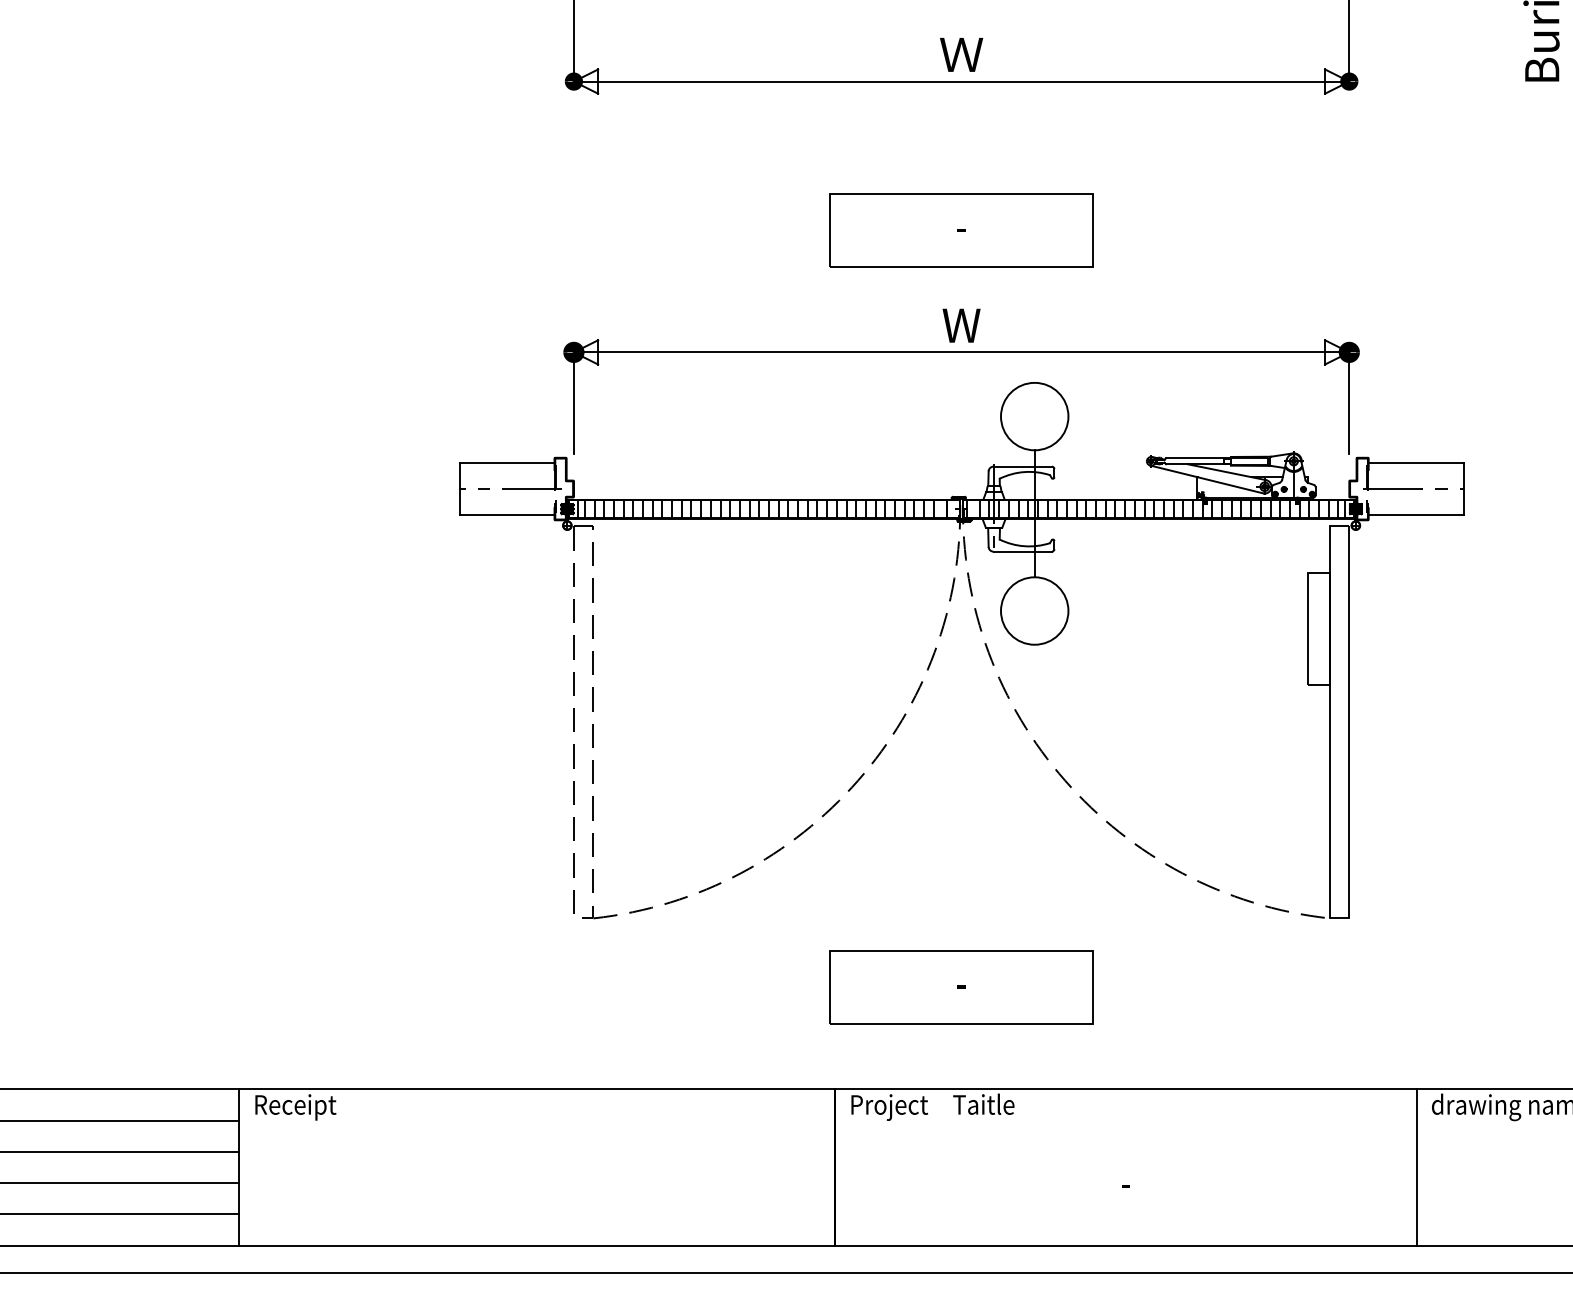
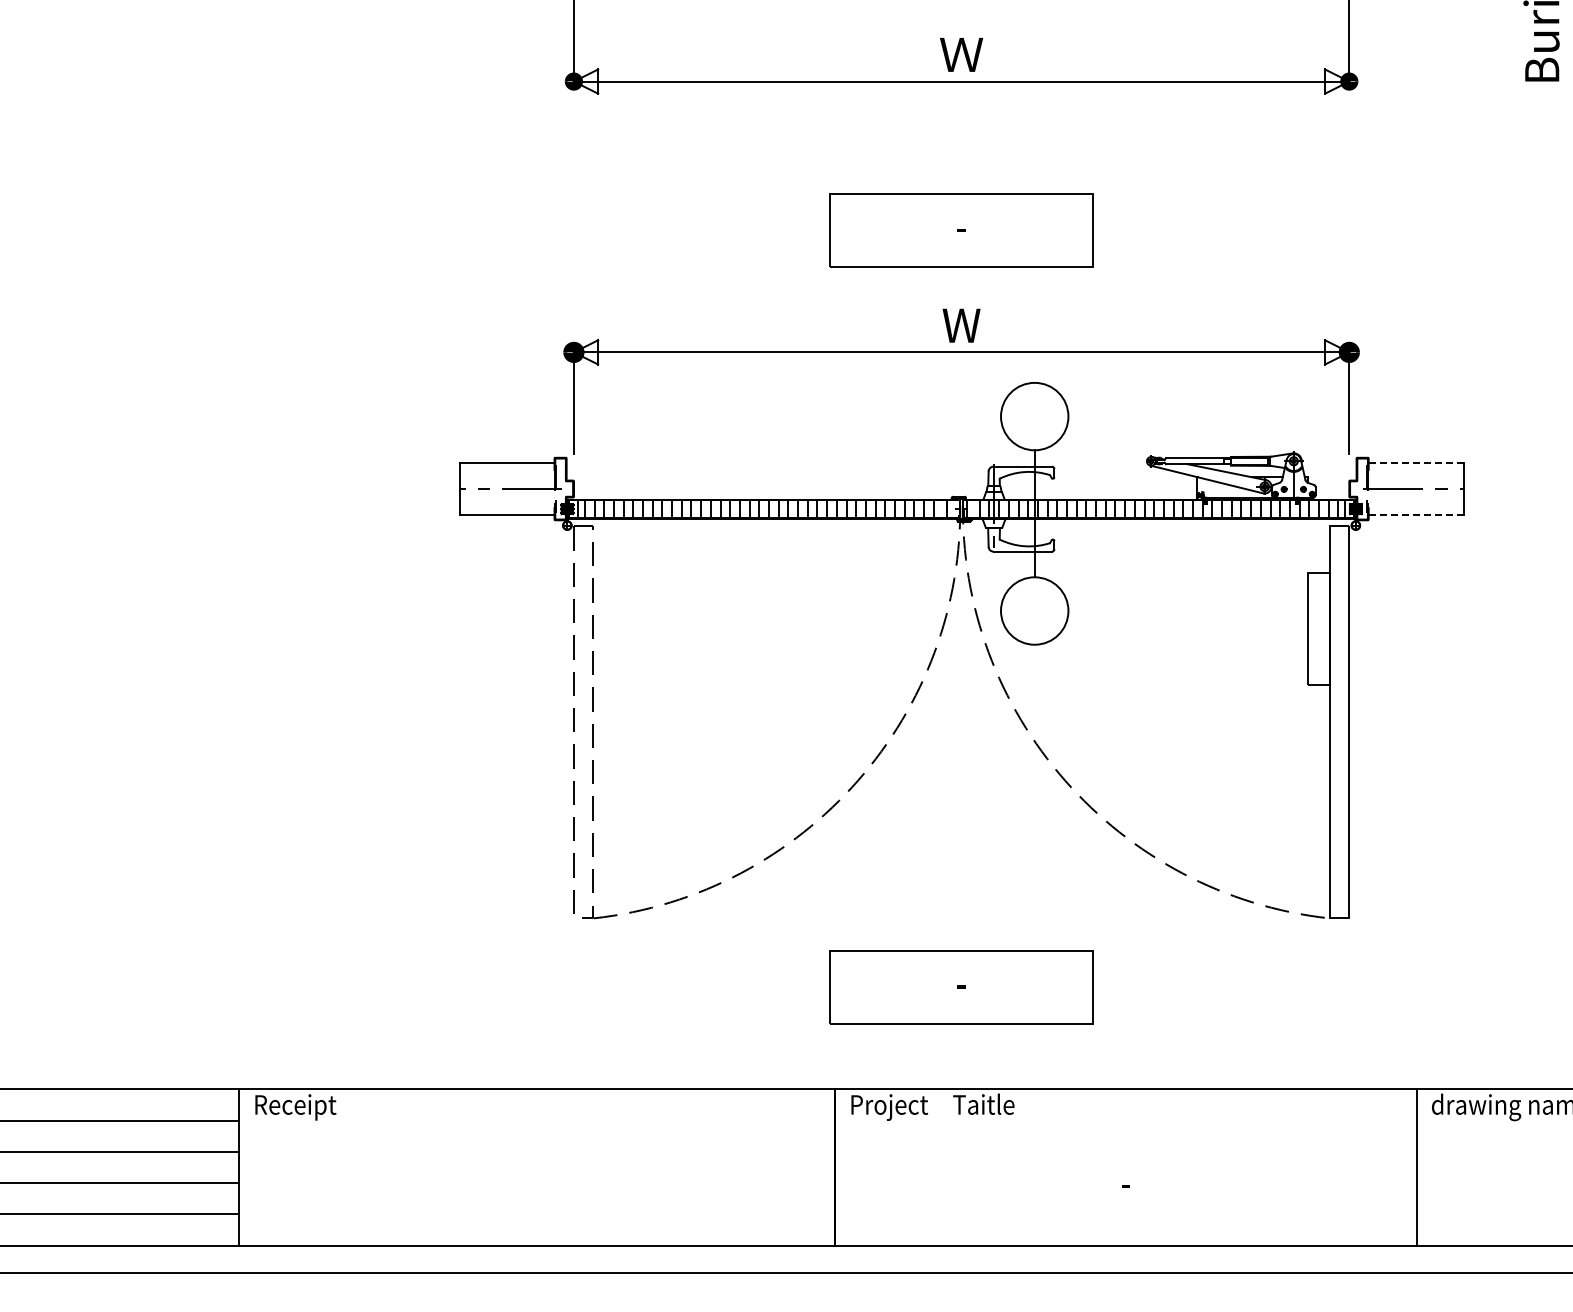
line at (1416, 462): solid -> dashed
line at (1416, 515): solid -> dashed
